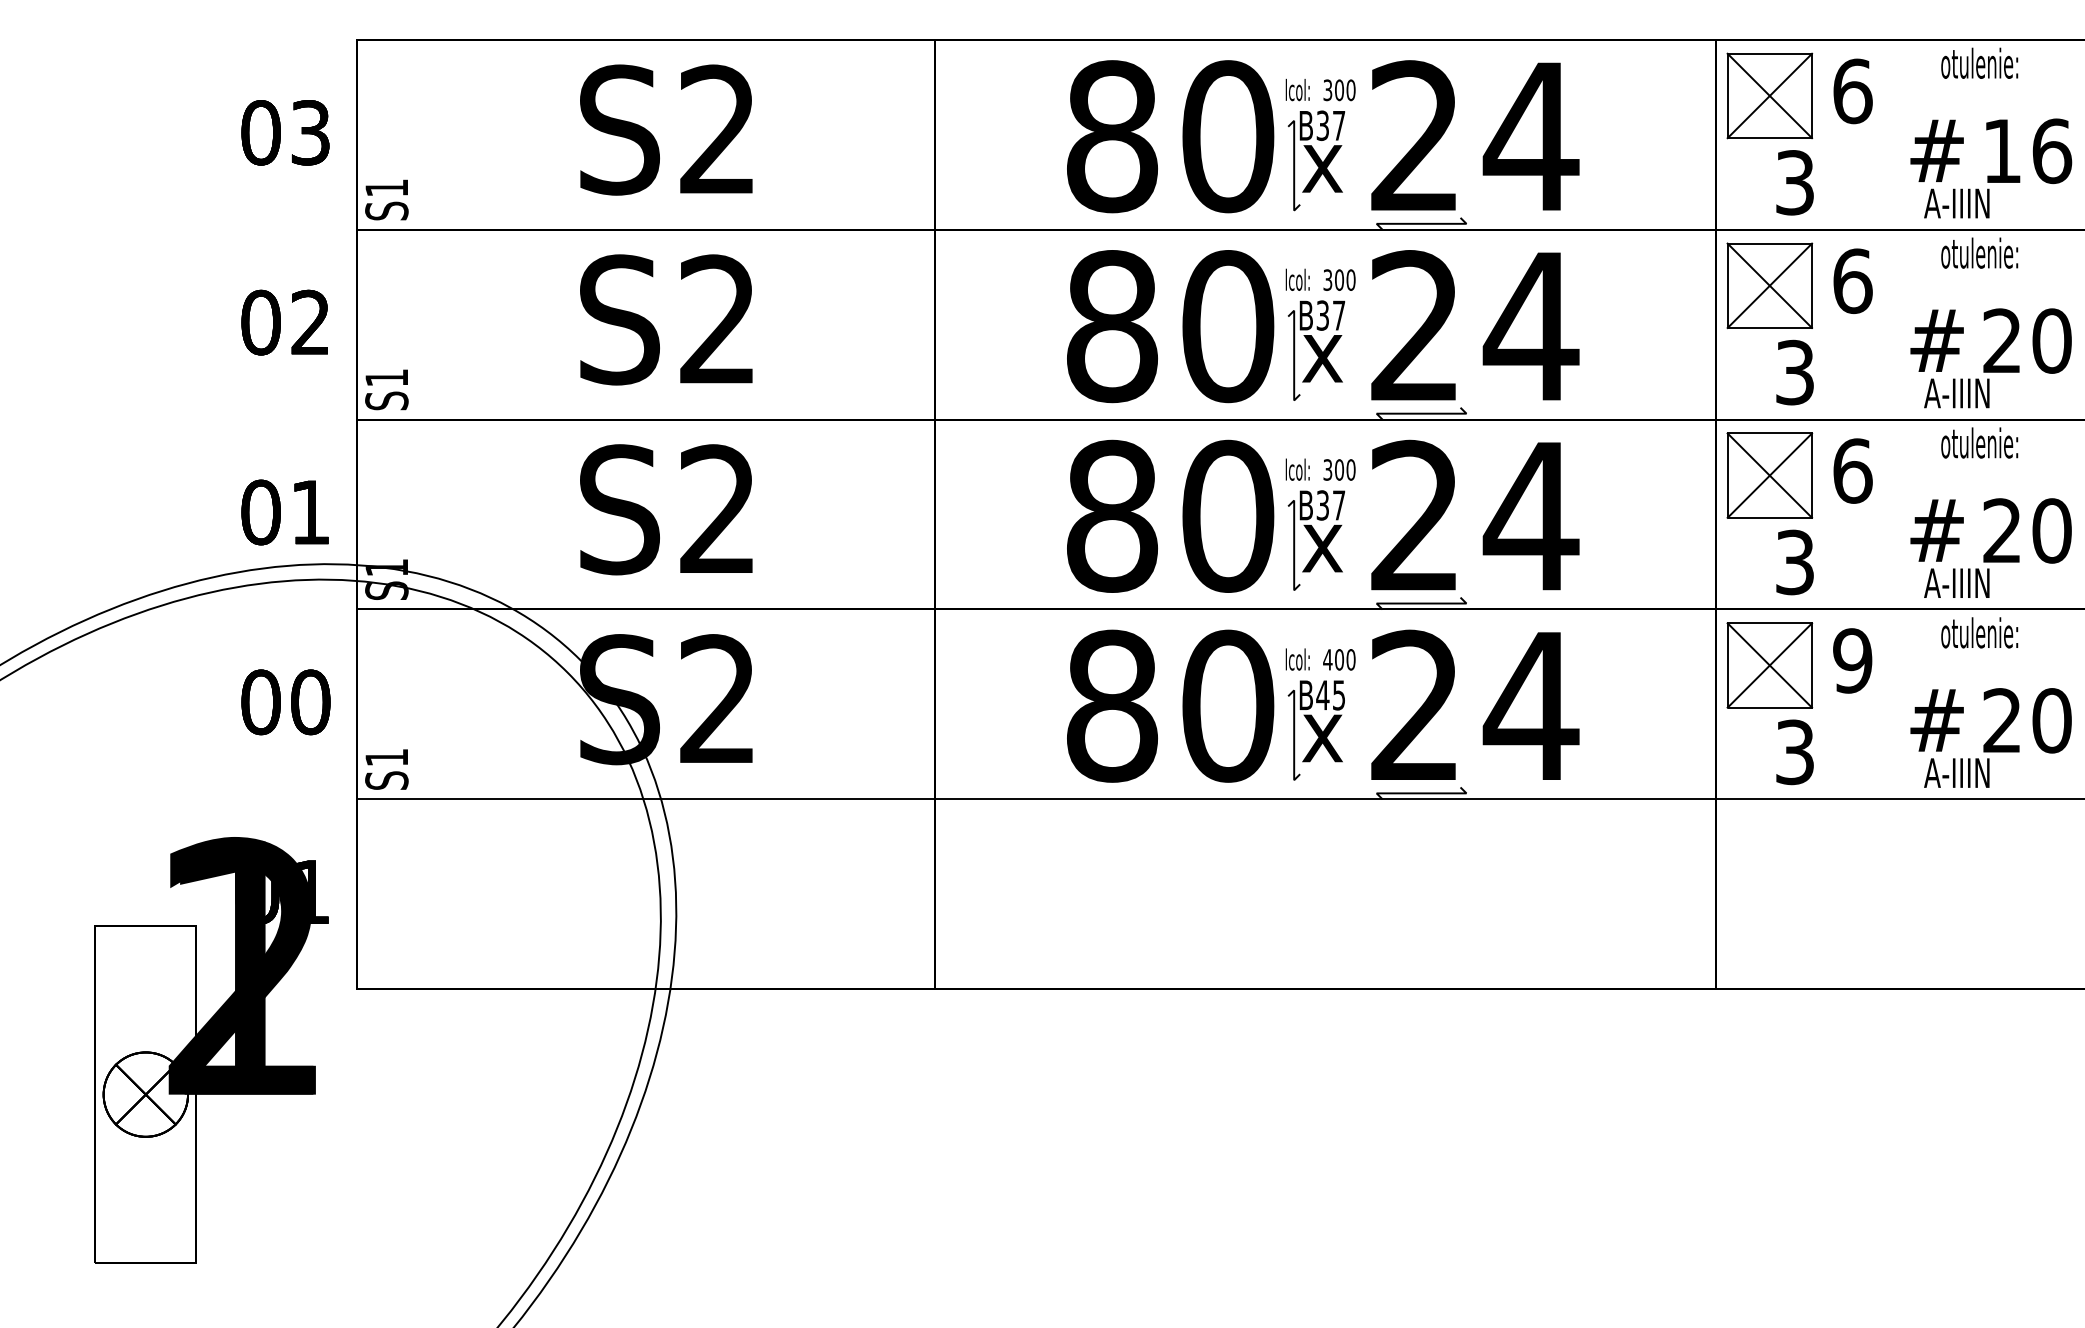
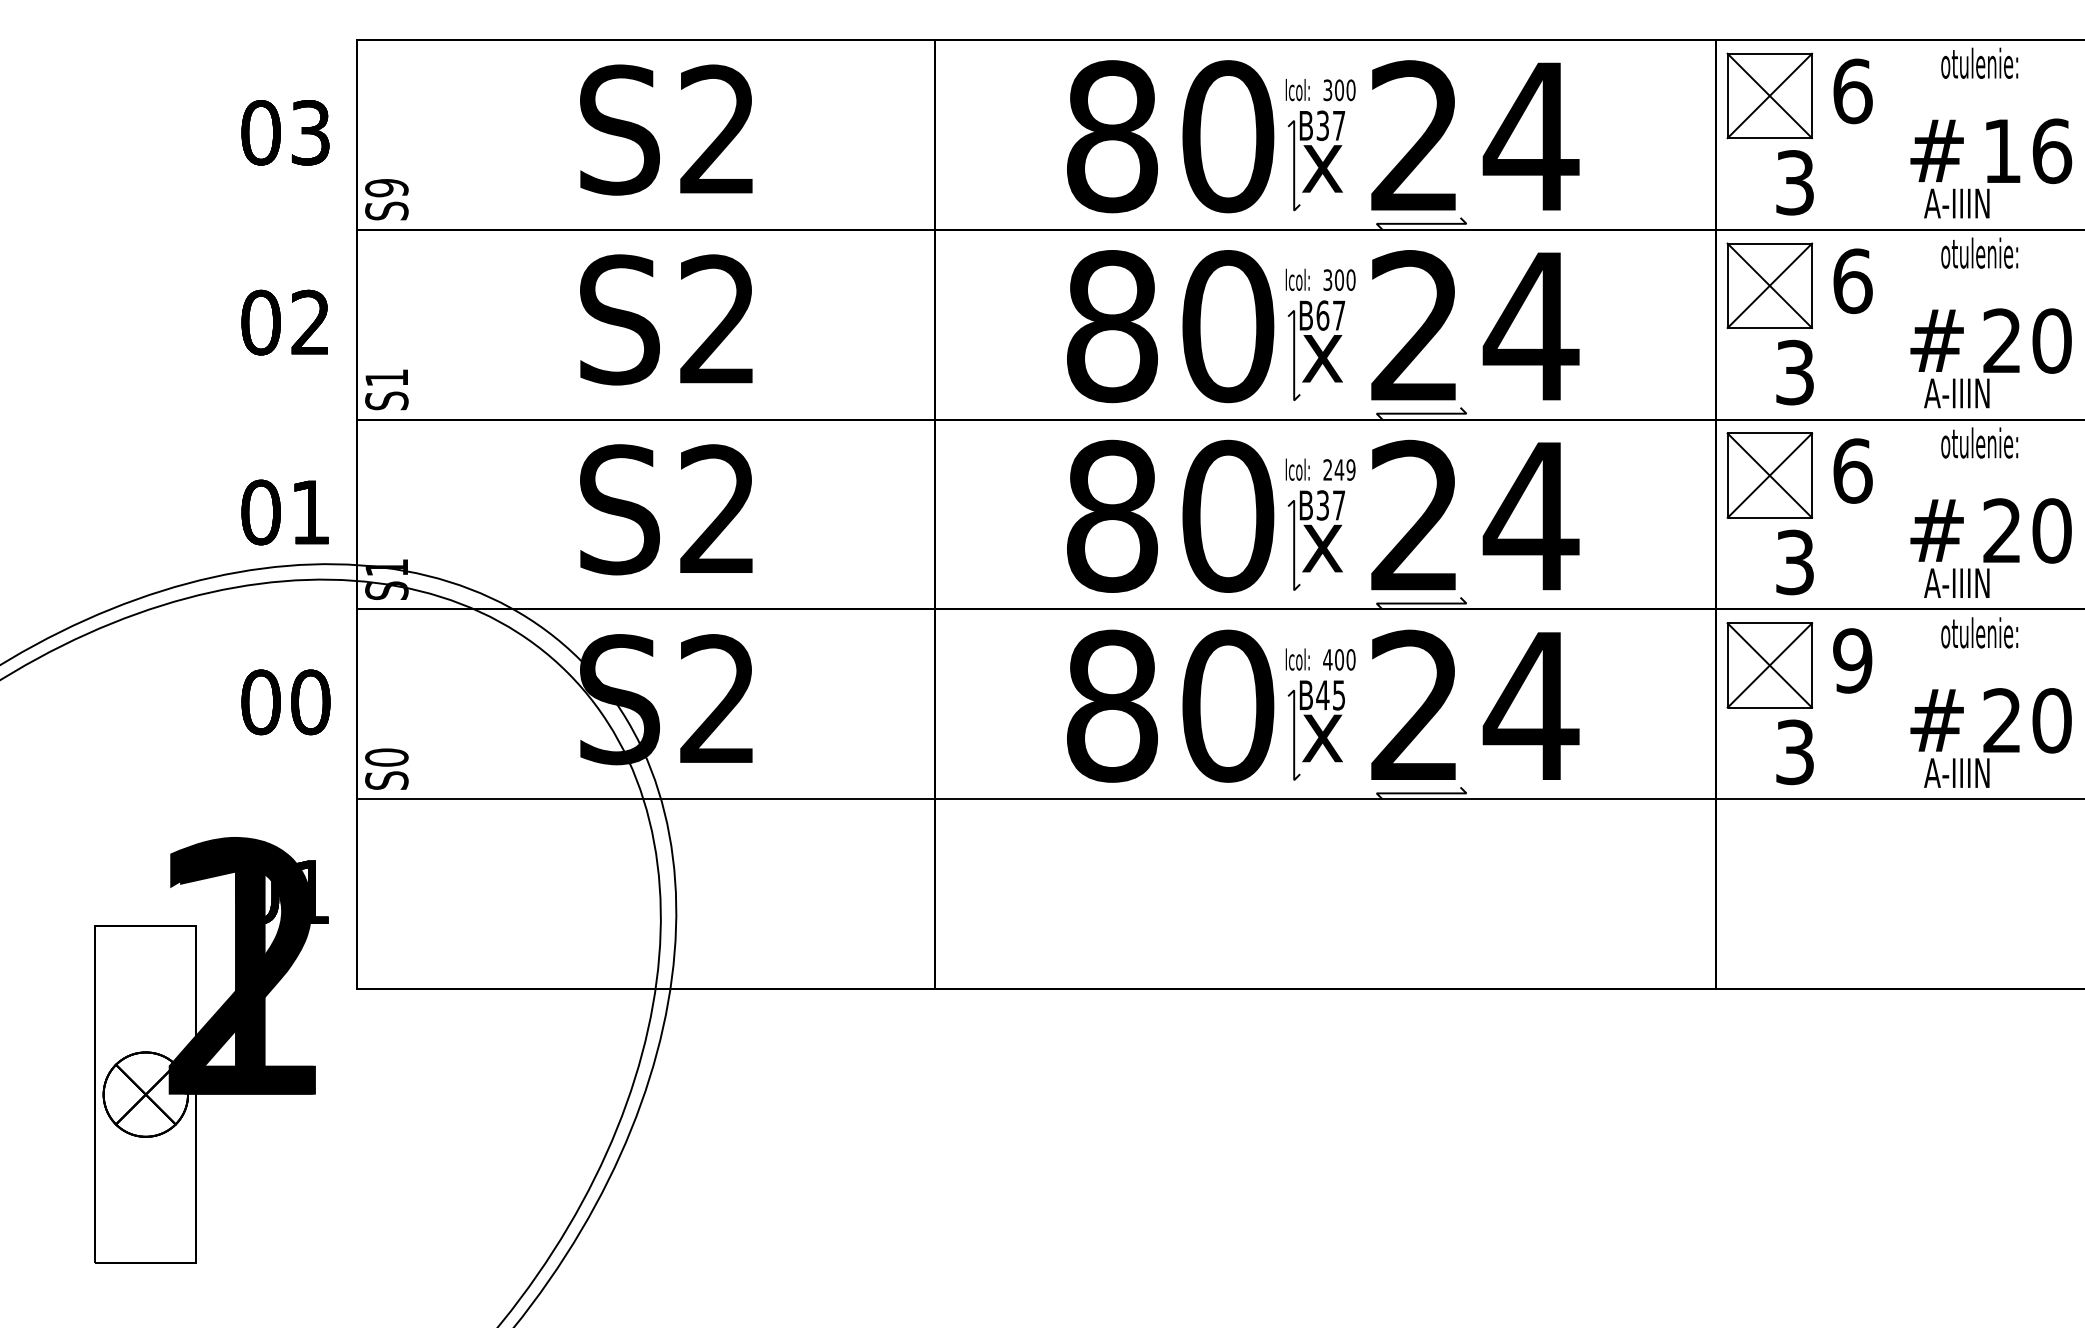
text at (386, 188): S1 -> S9
text at (1322, 315): B37 -> B67
text at (1339, 469): 300 -> 249
text at (386, 757): S1 -> S0
